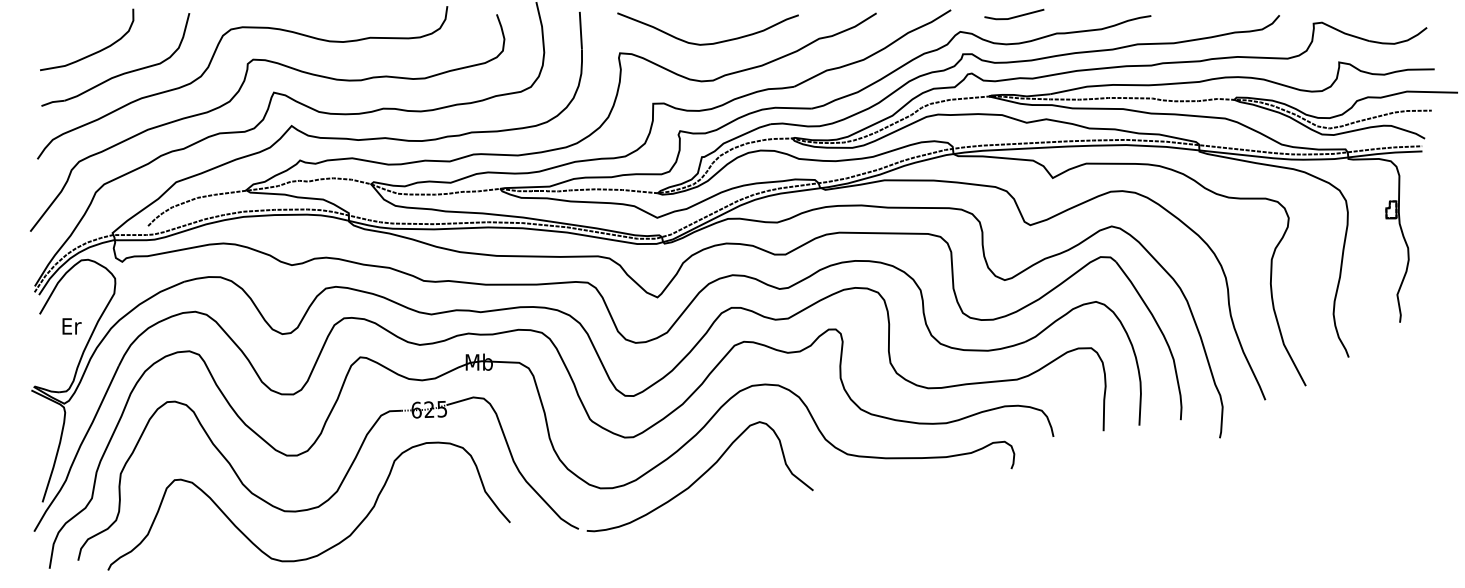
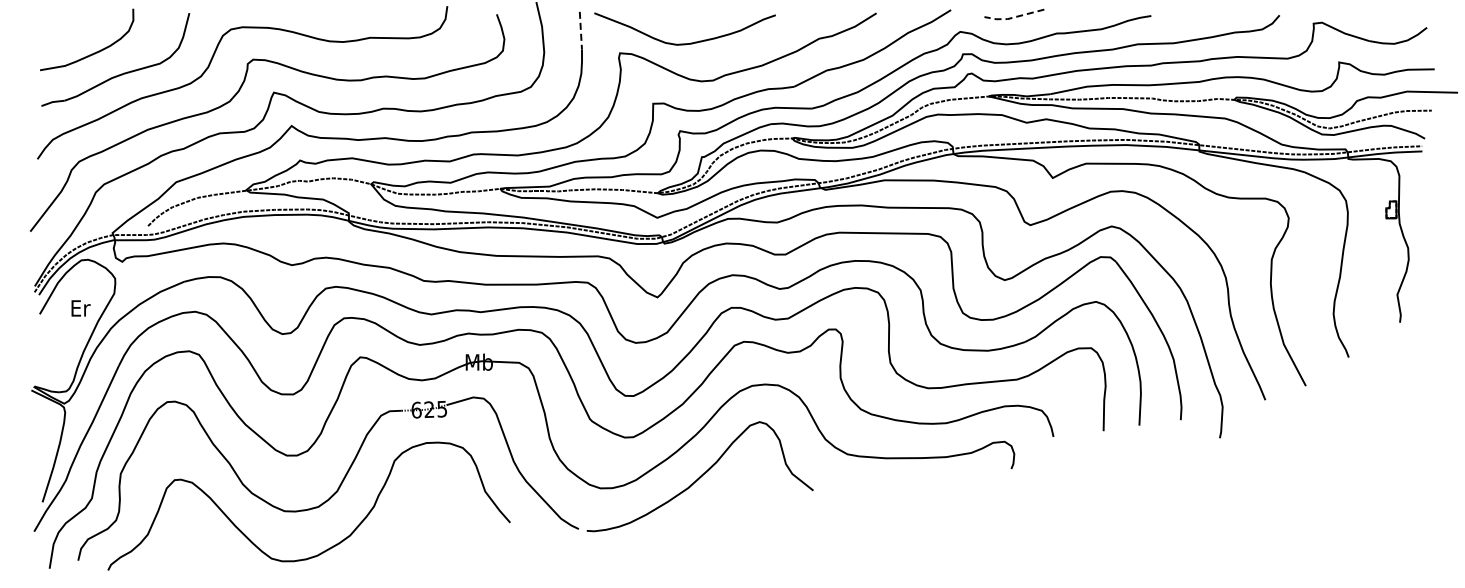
line at (1013, 17): solid -> dashed
line at (580, 30): solid -> dashed
curve at (707, 43) position: (707, 43) -> (684, 43)
text at (71, 326) position: (71, 326) -> (80, 308)
